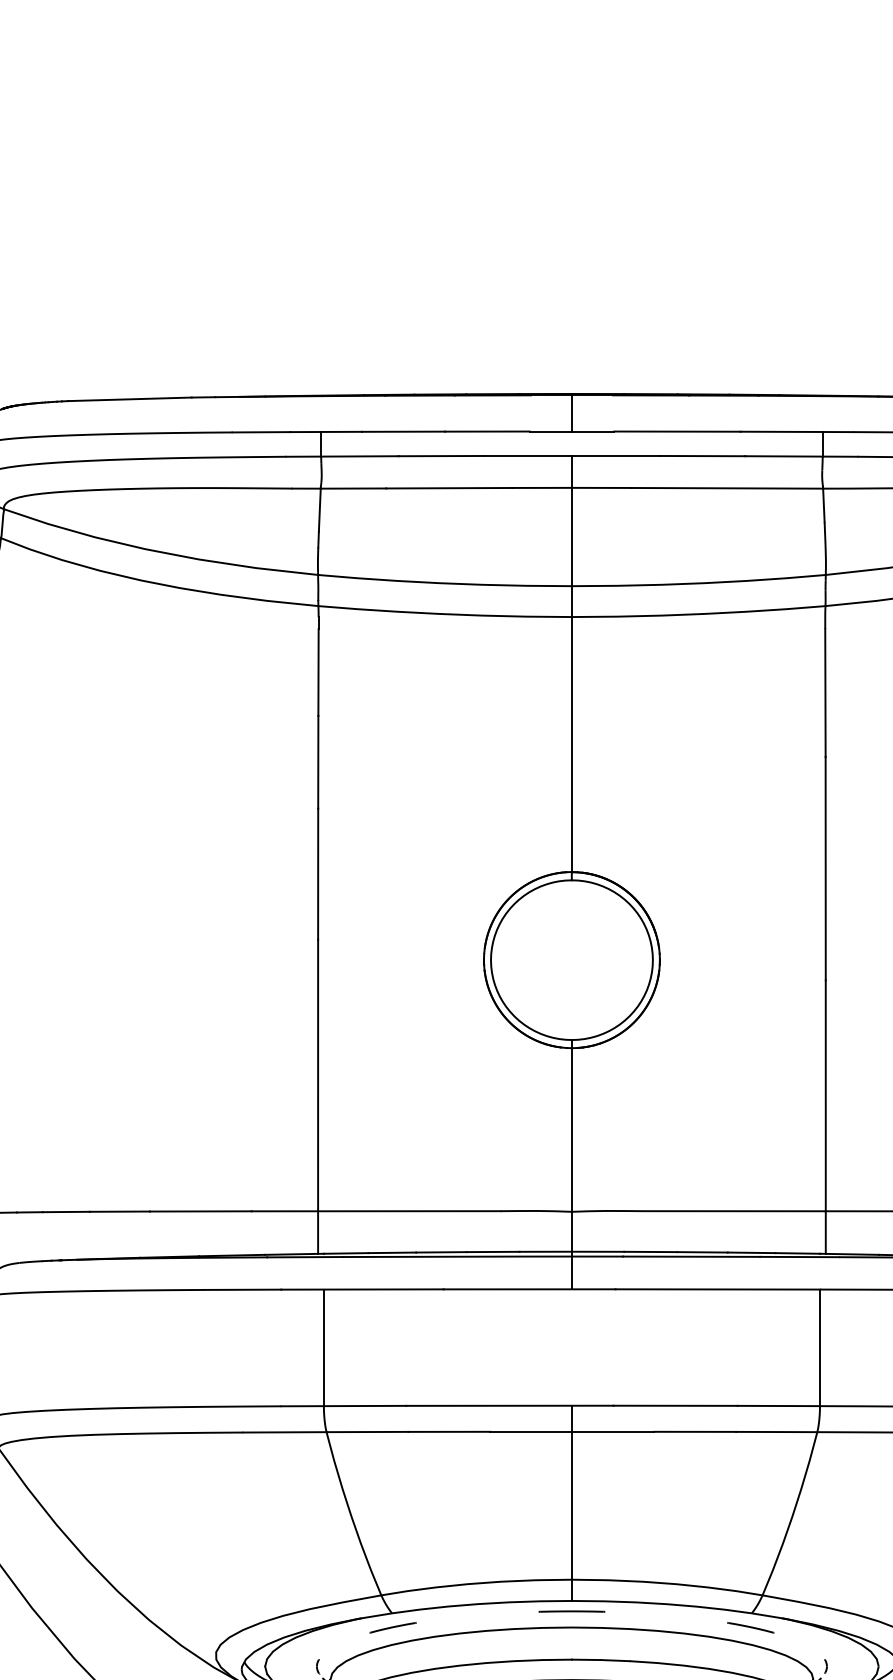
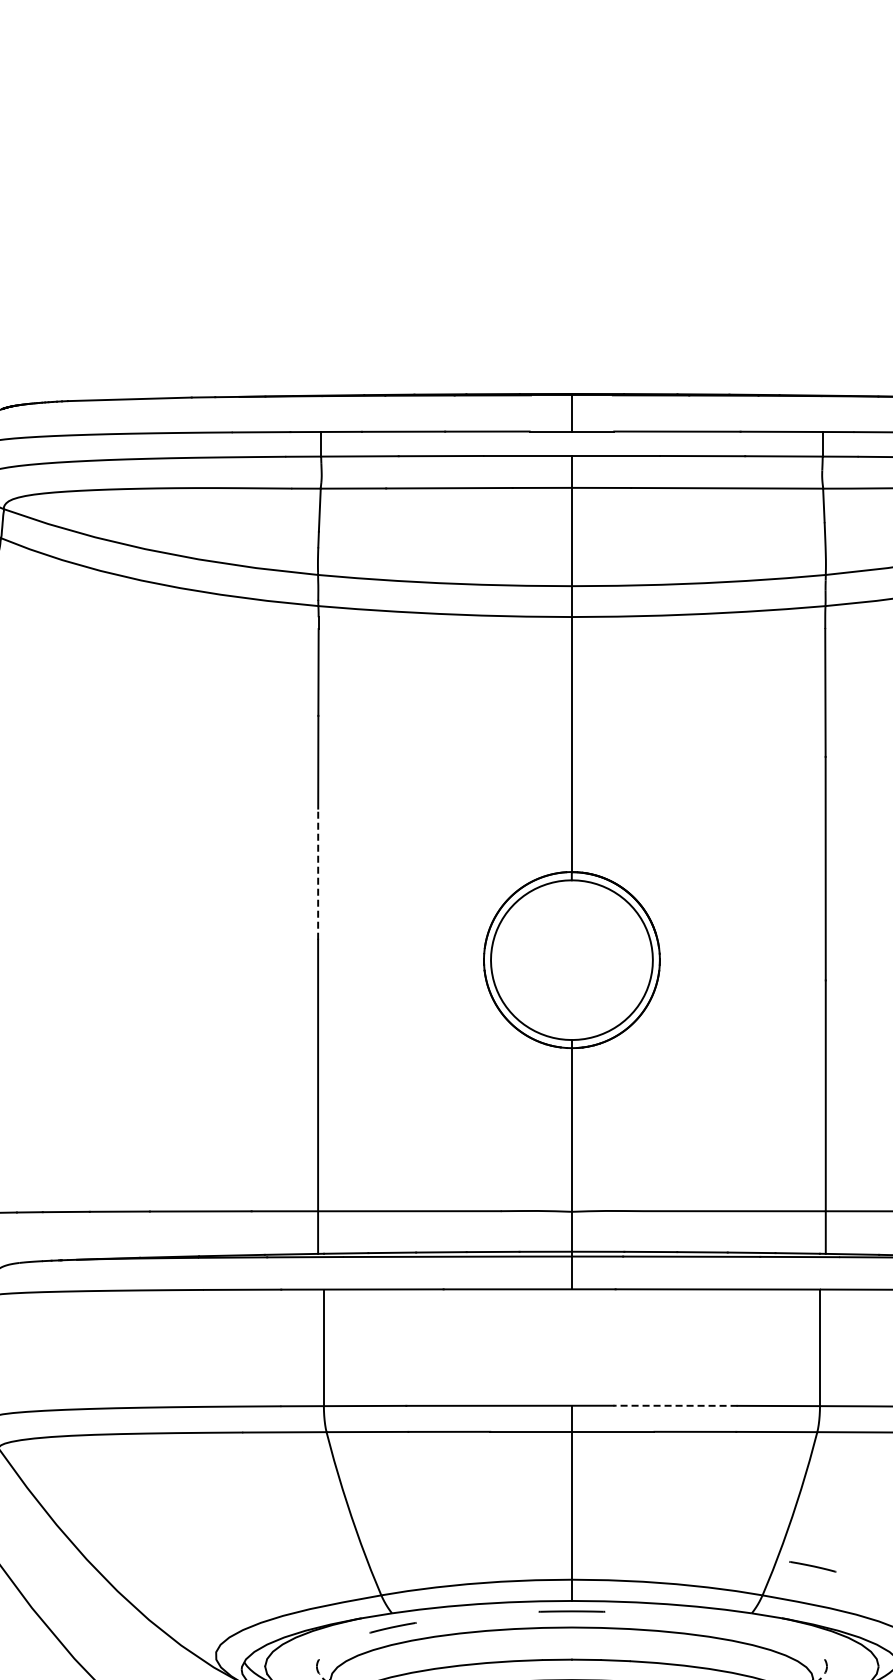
line at (318, 874): solid -> dashed
line at (675, 1405): solid -> dashed
line at (750, 1627) position: (750, 1627) -> (812, 1566)
